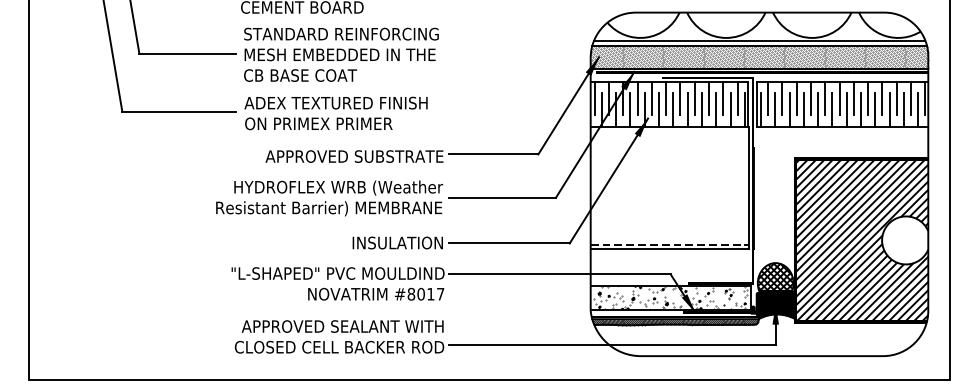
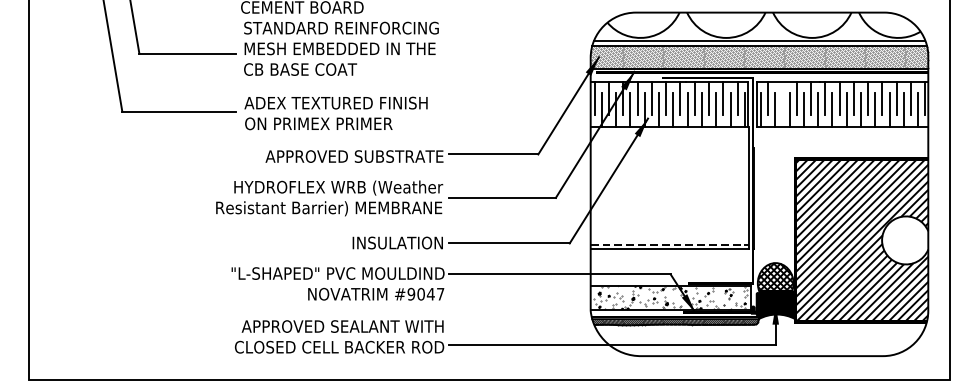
text at (341, 54) position: (341, 54) -> (341, 48)
line at (782, 98): present -> none
text at (420, 294): #8017 -> #9047
